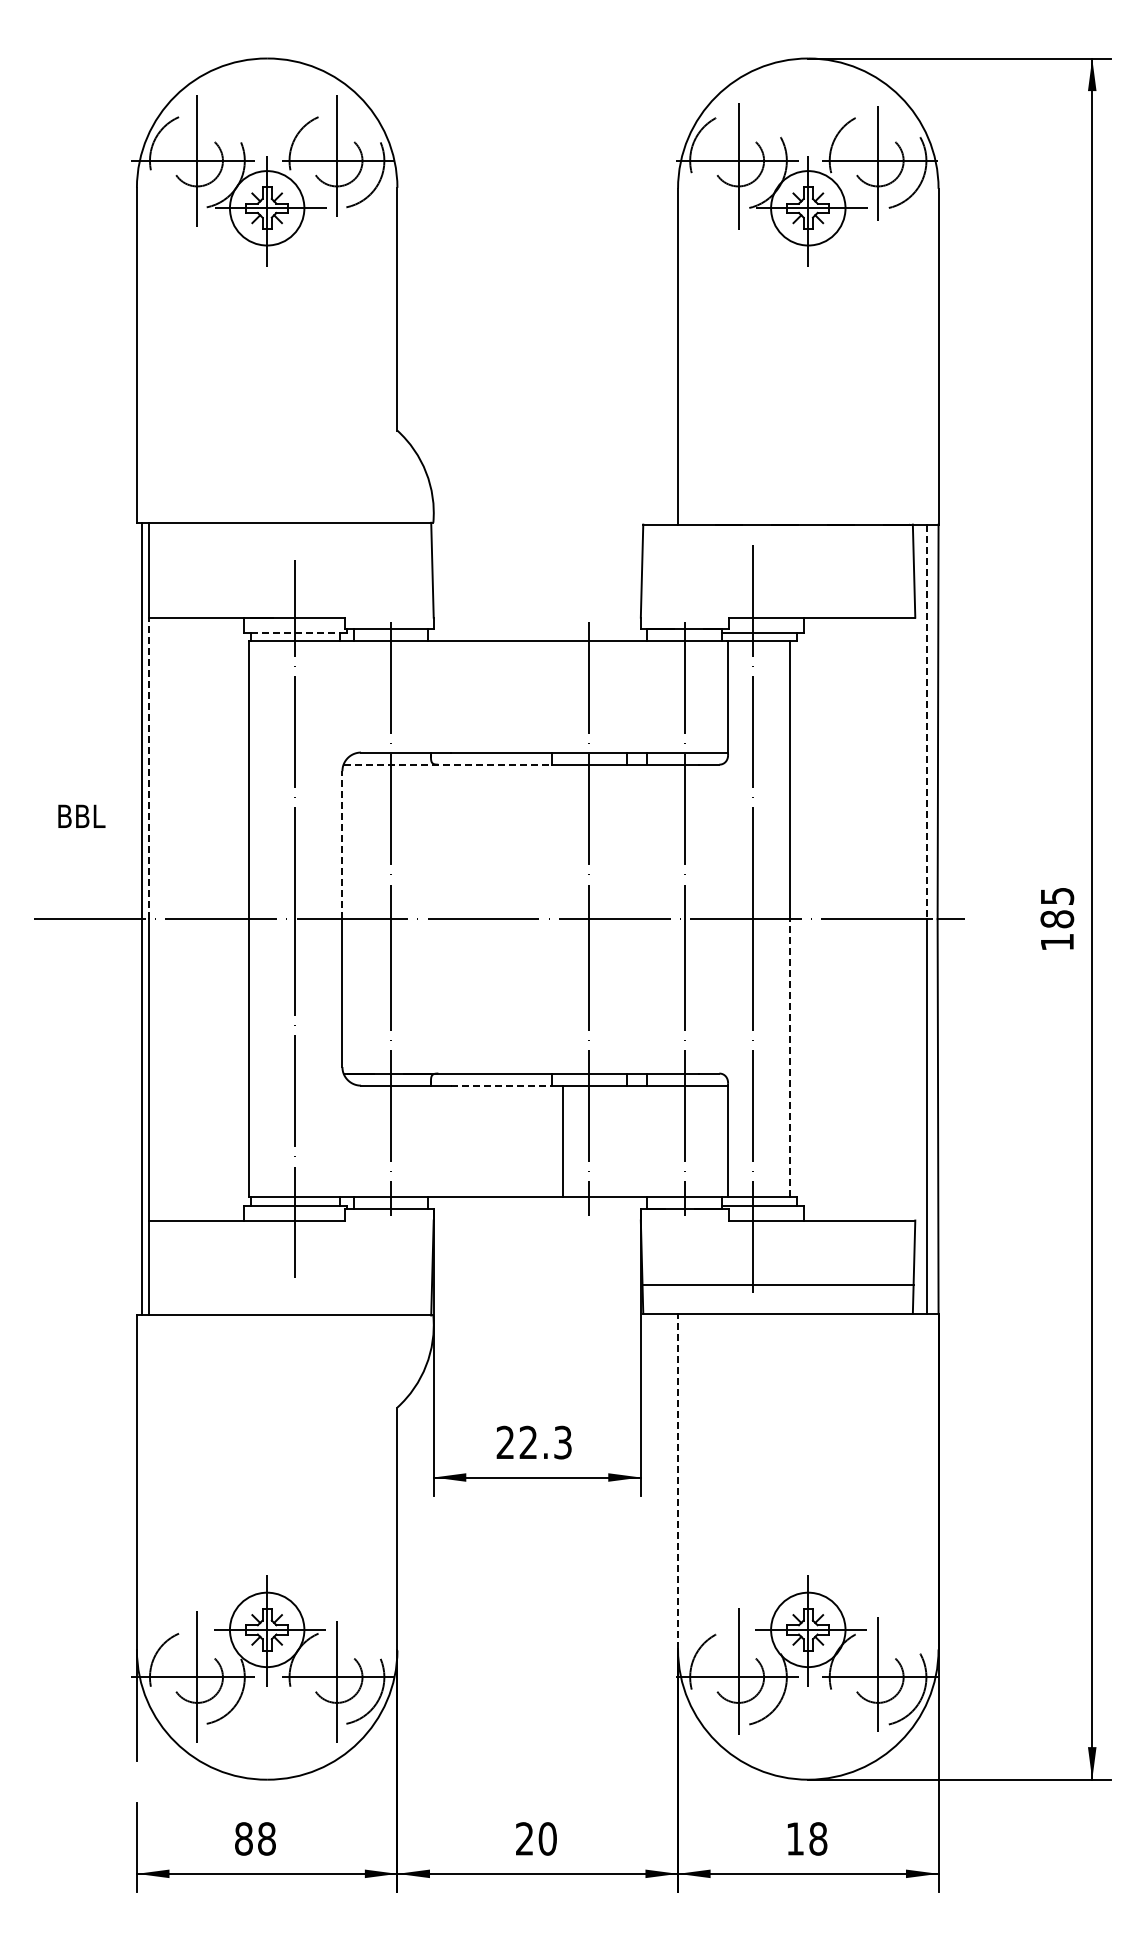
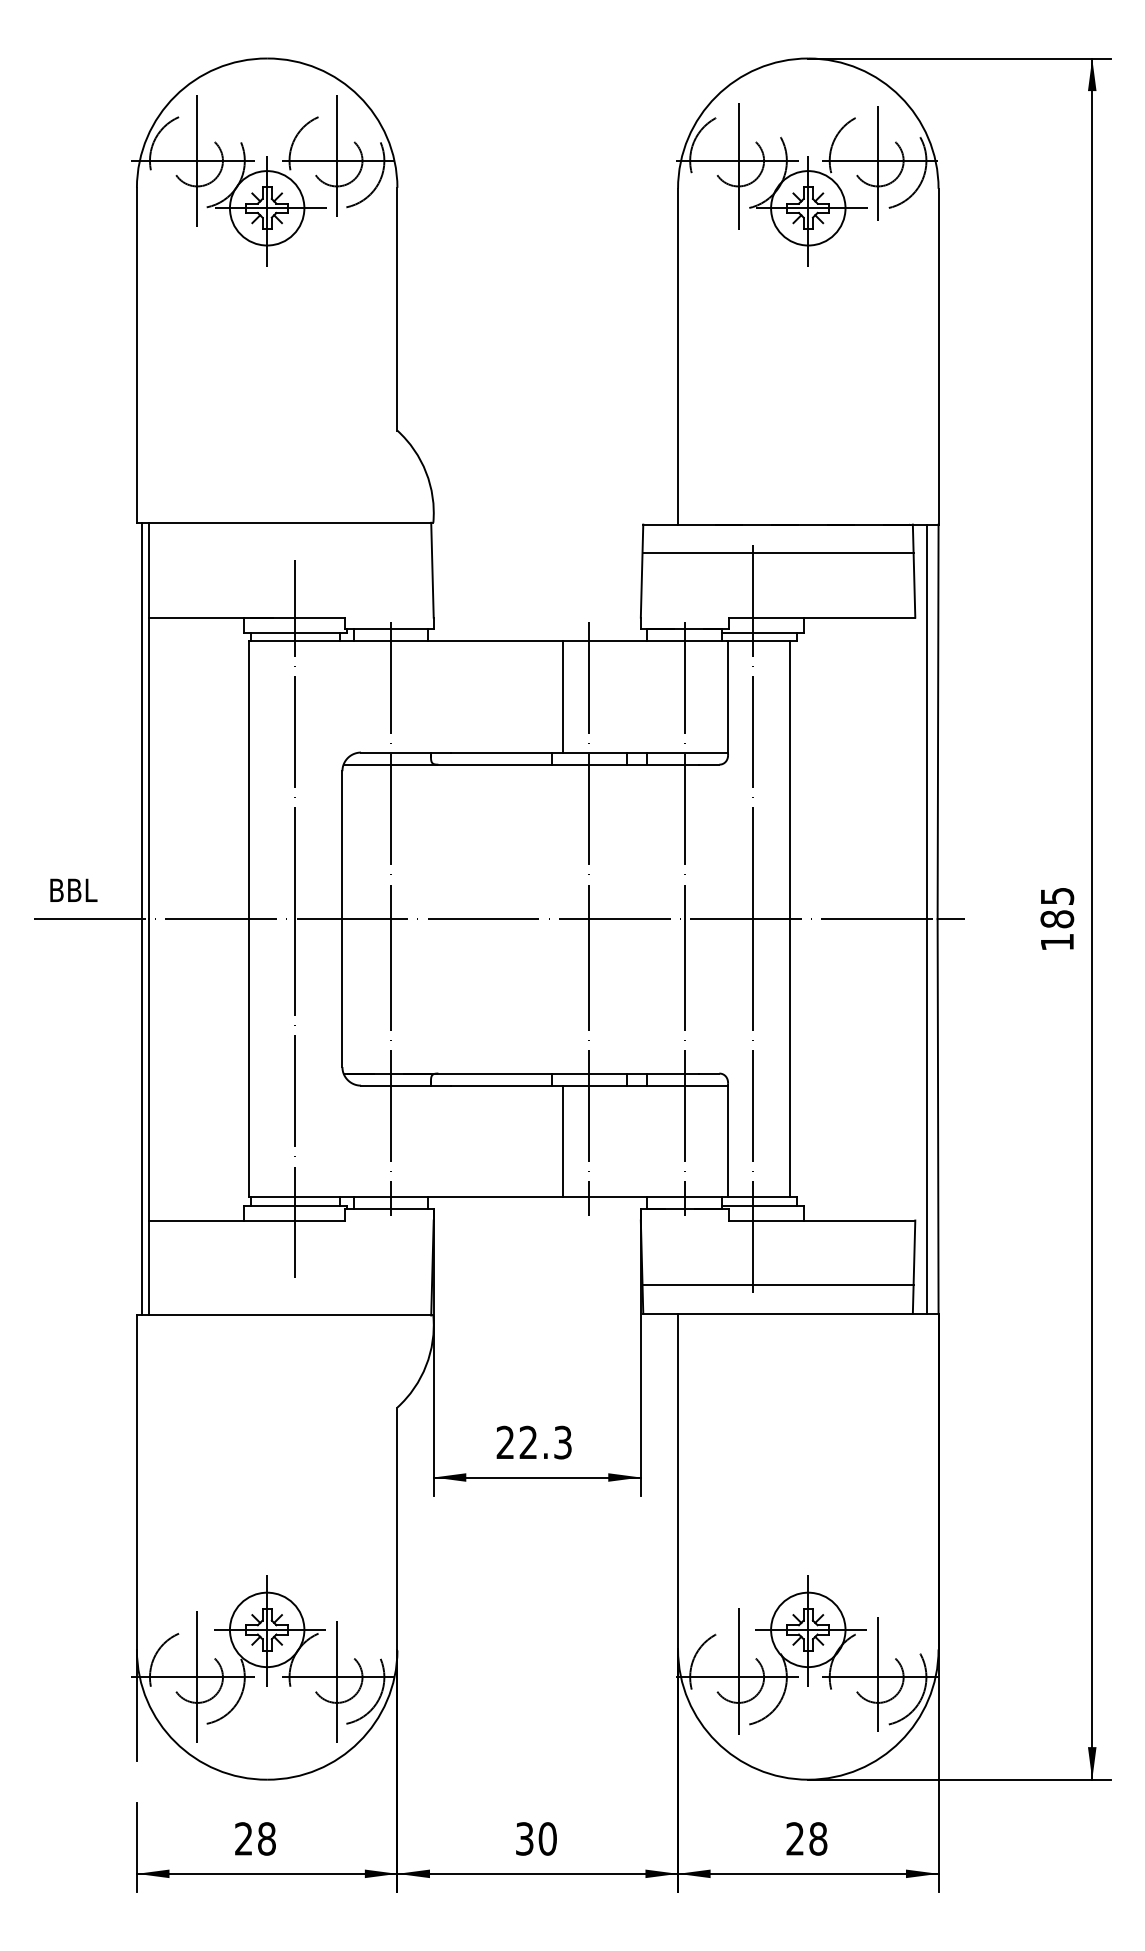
line at (777, 553): none -> present
line at (295, 632): dashed -> solid
line at (563, 696): none -> present
line at (927, 722): dashed -> solid
line at (448, 764): dashed -> solid
line at (149, 768): dashed -> solid
text at (81, 815) position: (81, 815) -> (73, 889)
line at (342, 845): dashed -> solid
line at (790, 1057): dashed -> solid
line at (502, 1085): dashed -> solid
line at (678, 1481): dashed -> solid
text at (243, 1838): 88 -> 28
text at (524, 1838): 20 -> 30
text at (794, 1838): 18 -> 28
